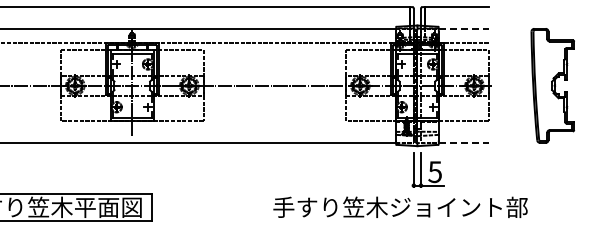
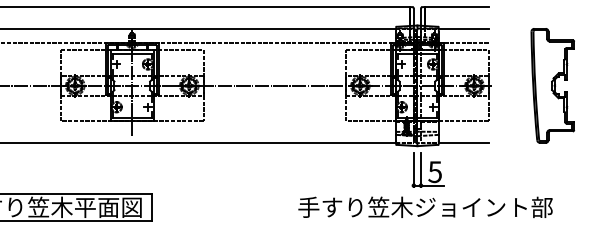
line at (463, 28): dashed -> solid
line at (463, 142): dashed -> solid
text at (400, 206) position: (400, 206) -> (425, 206)
